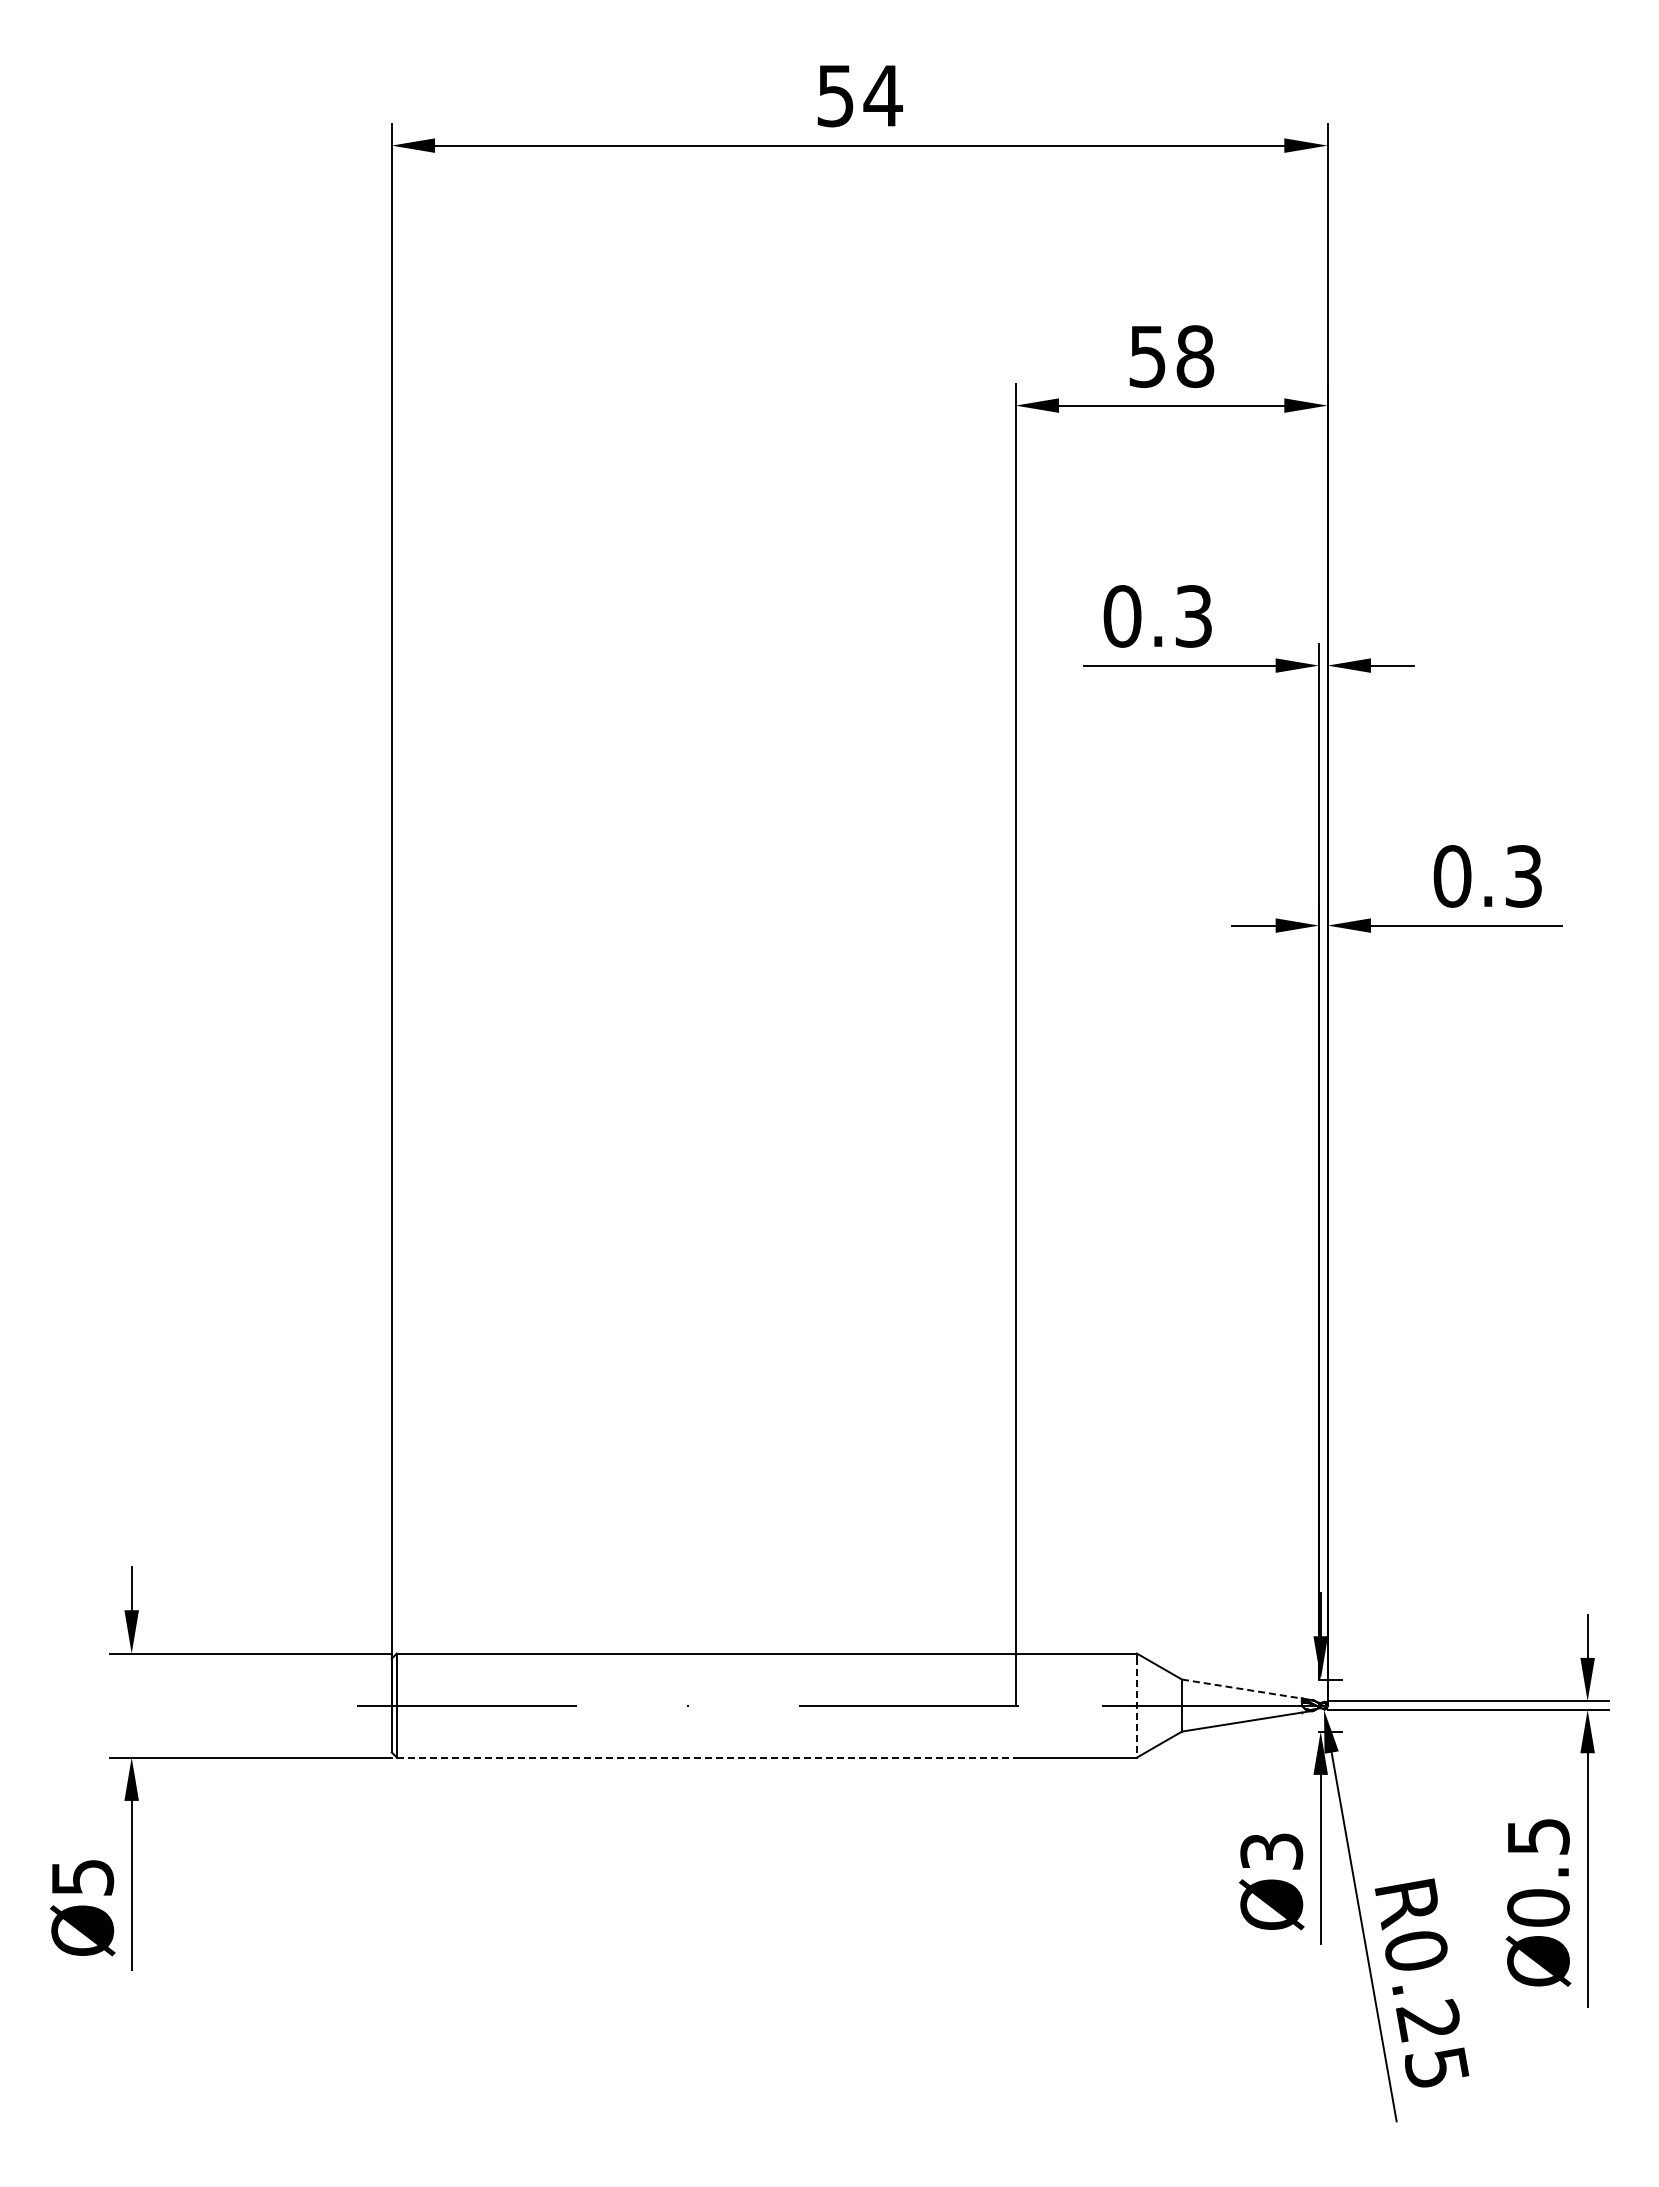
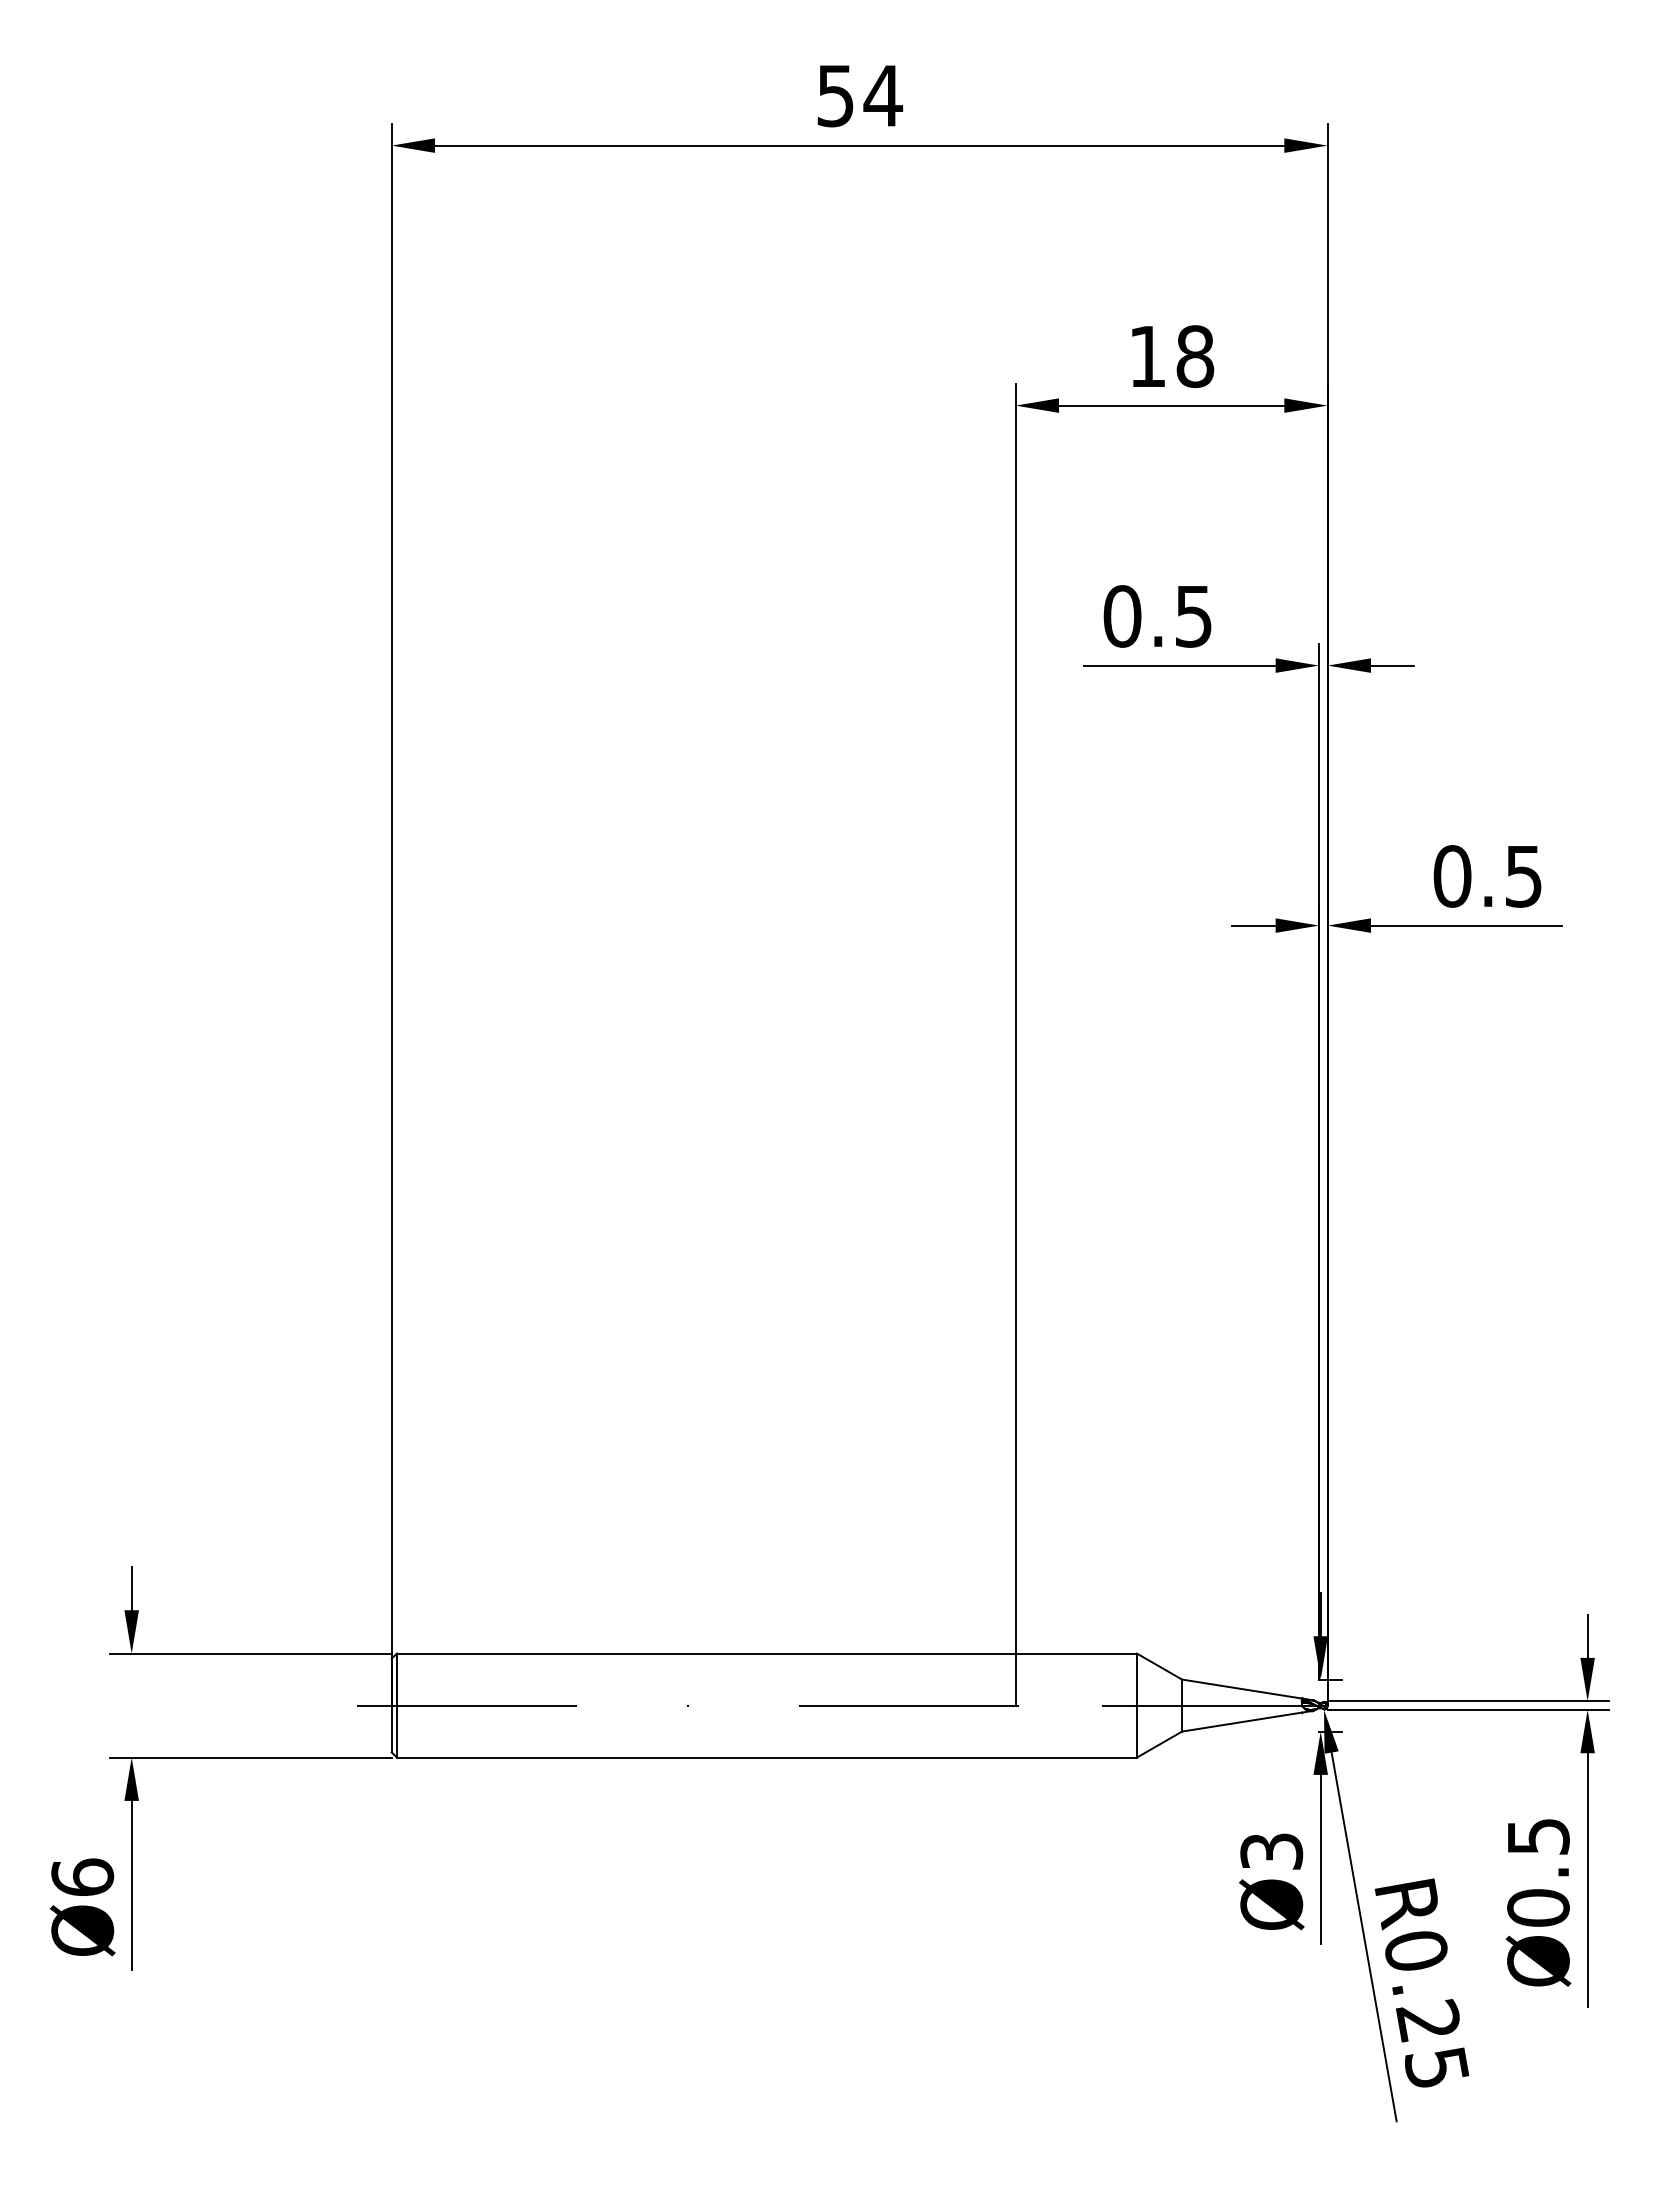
text at (1147, 357): 58 -> 18
text at (1193, 616): 0.3 -> 0.5
text at (1523, 876): 0.3 -> 0.5
line at (1241, 1689): dashed -> solid
line at (1136, 1707): dashed -> solid
line at (706, 1757): dashed -> solid
text at (82, 1876): Ø5 -> Ø6
